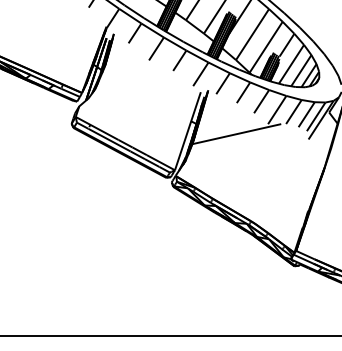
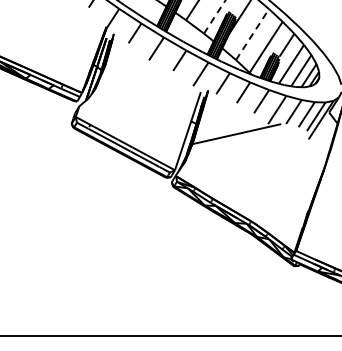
line at (214, 16): solid -> dashed
line at (252, 34): solid -> dashed
